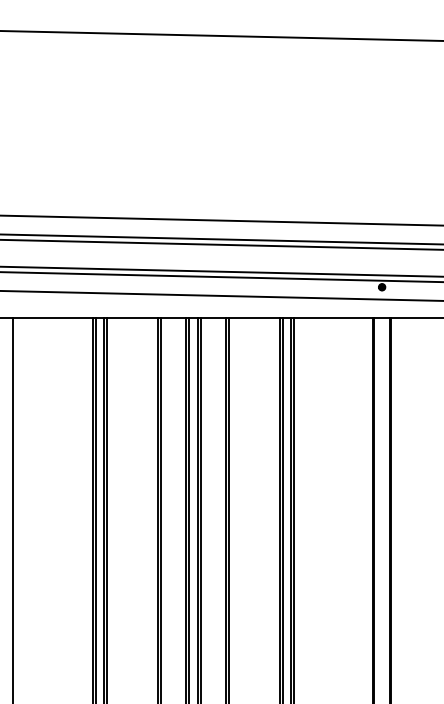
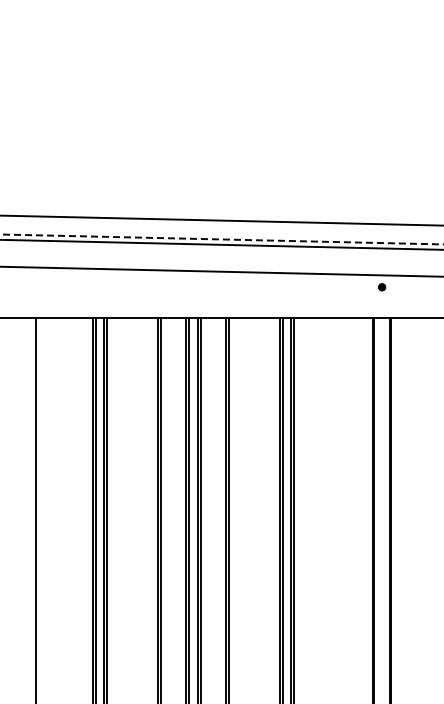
line at (221, 35): present -> none
line at (222, 239): solid -> dashed
line at (221, 277): present -> none
line at (221, 295): present -> none
line at (13, 509) position: (13, 509) -> (36, 509)
